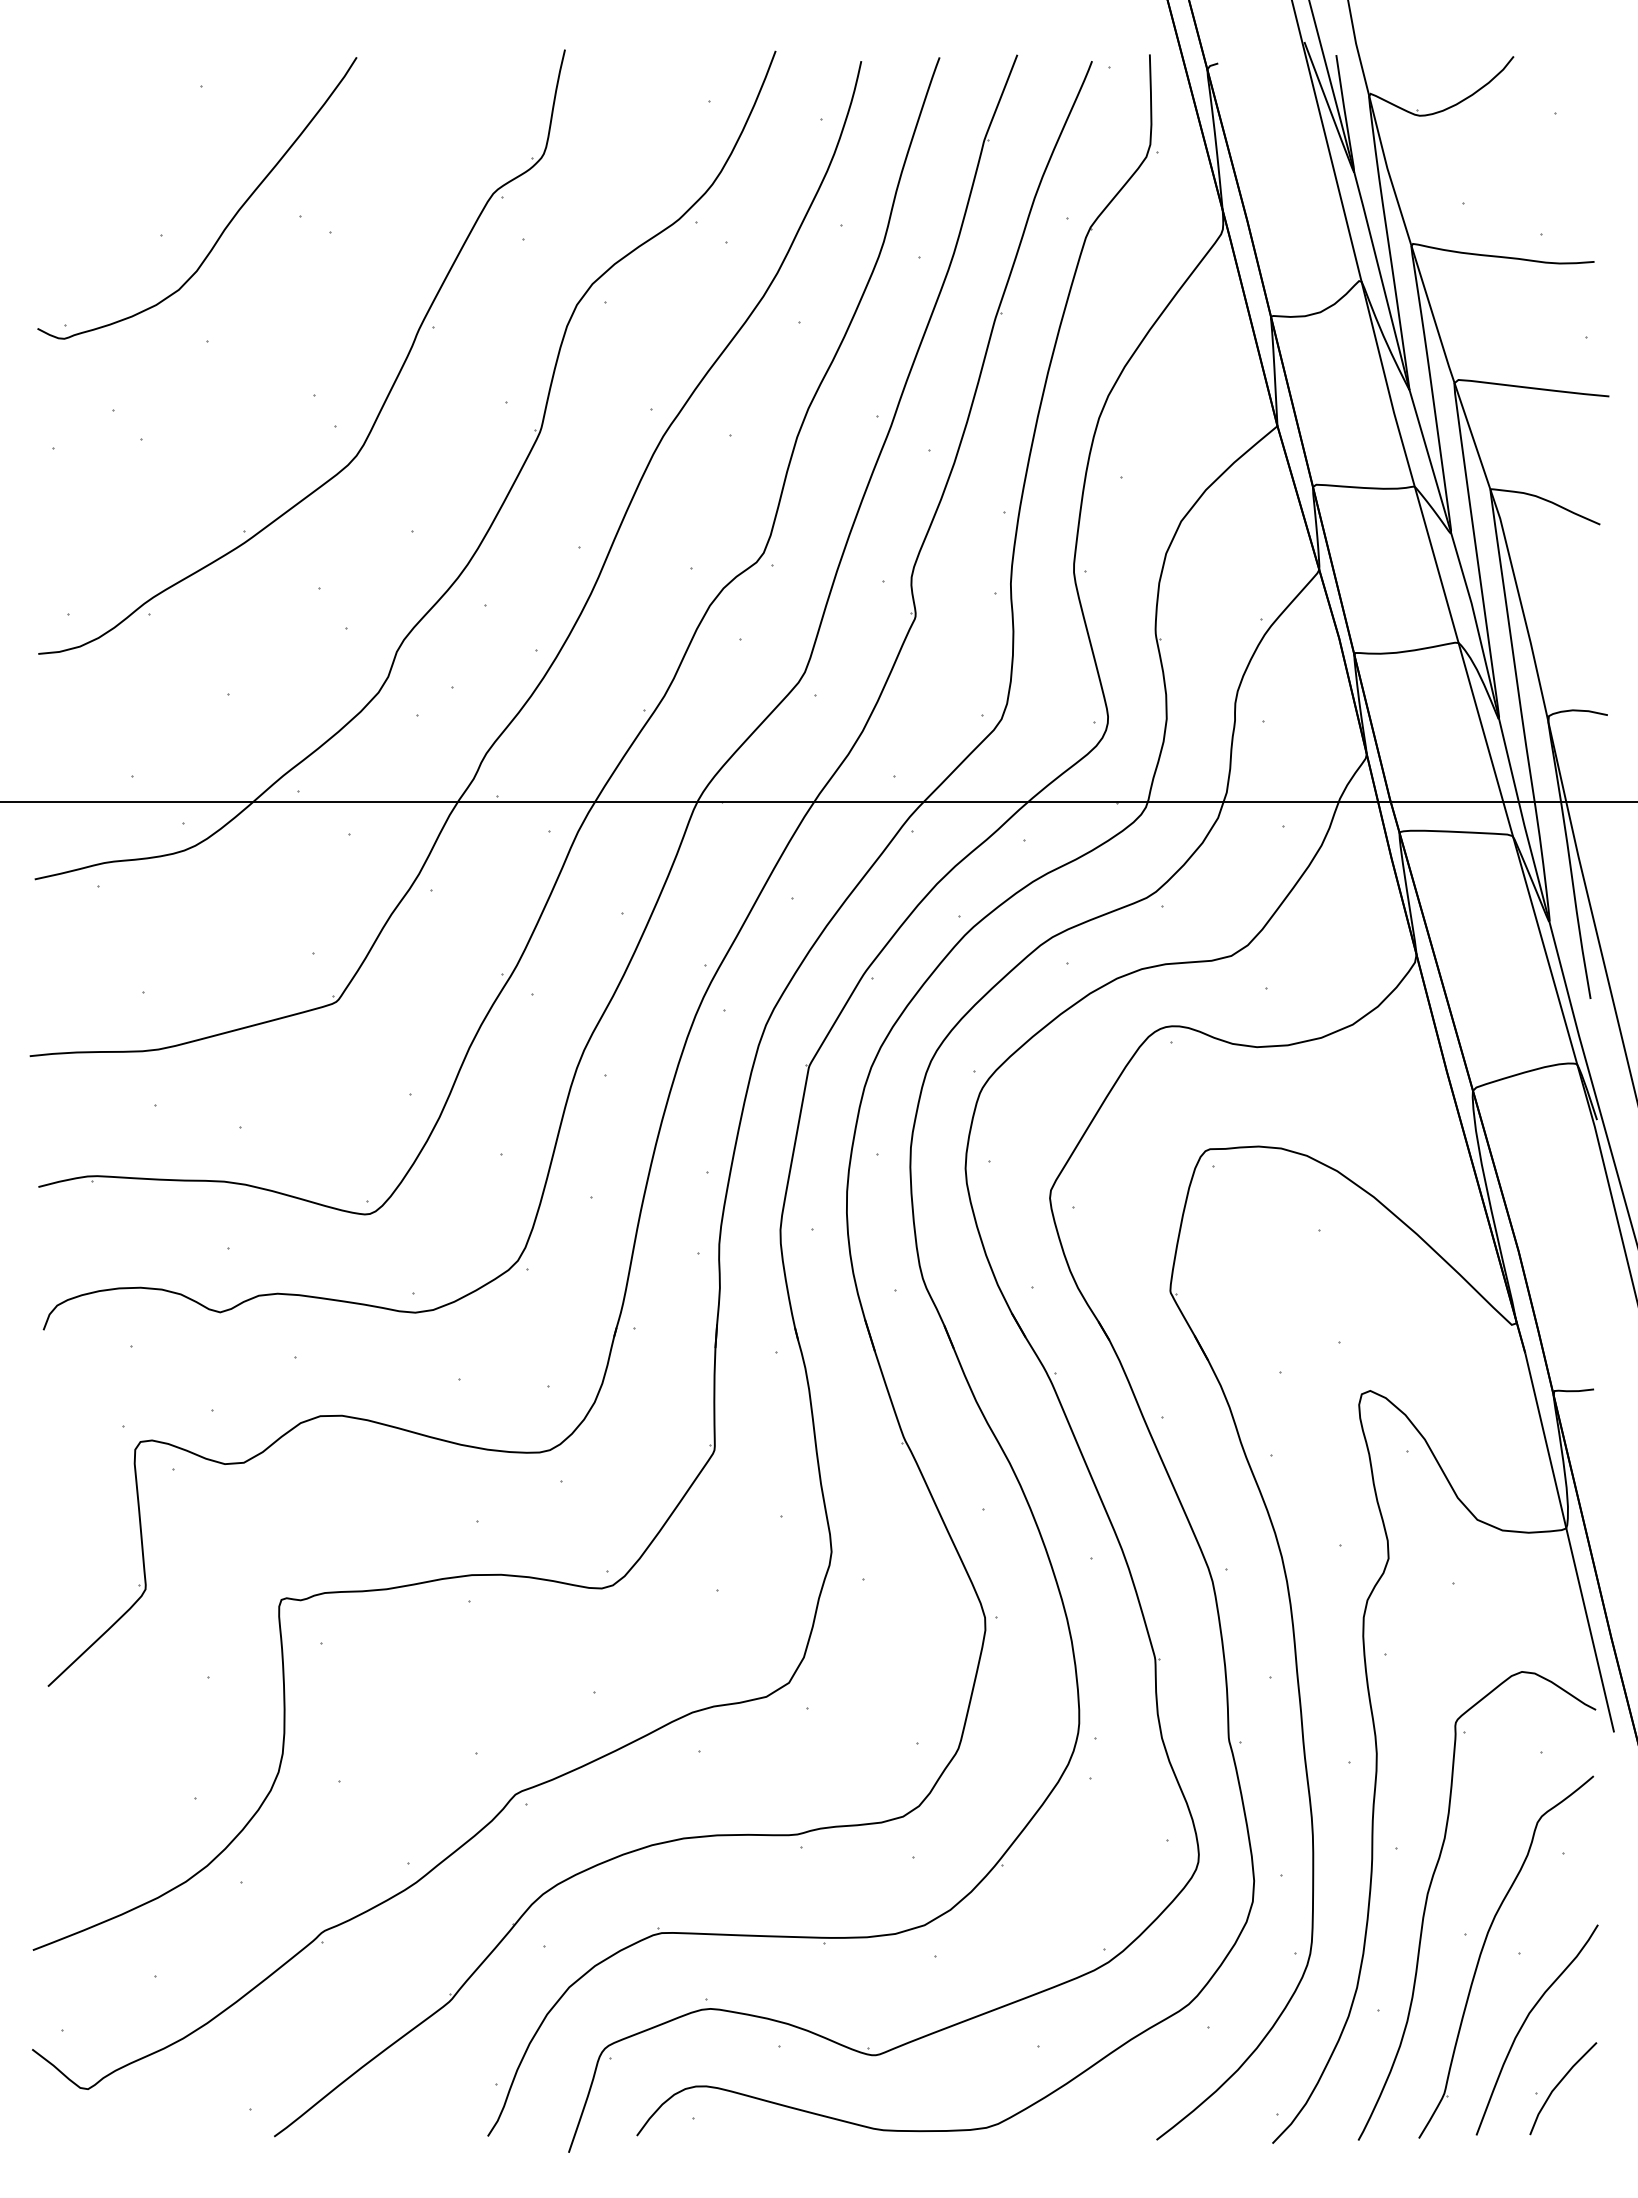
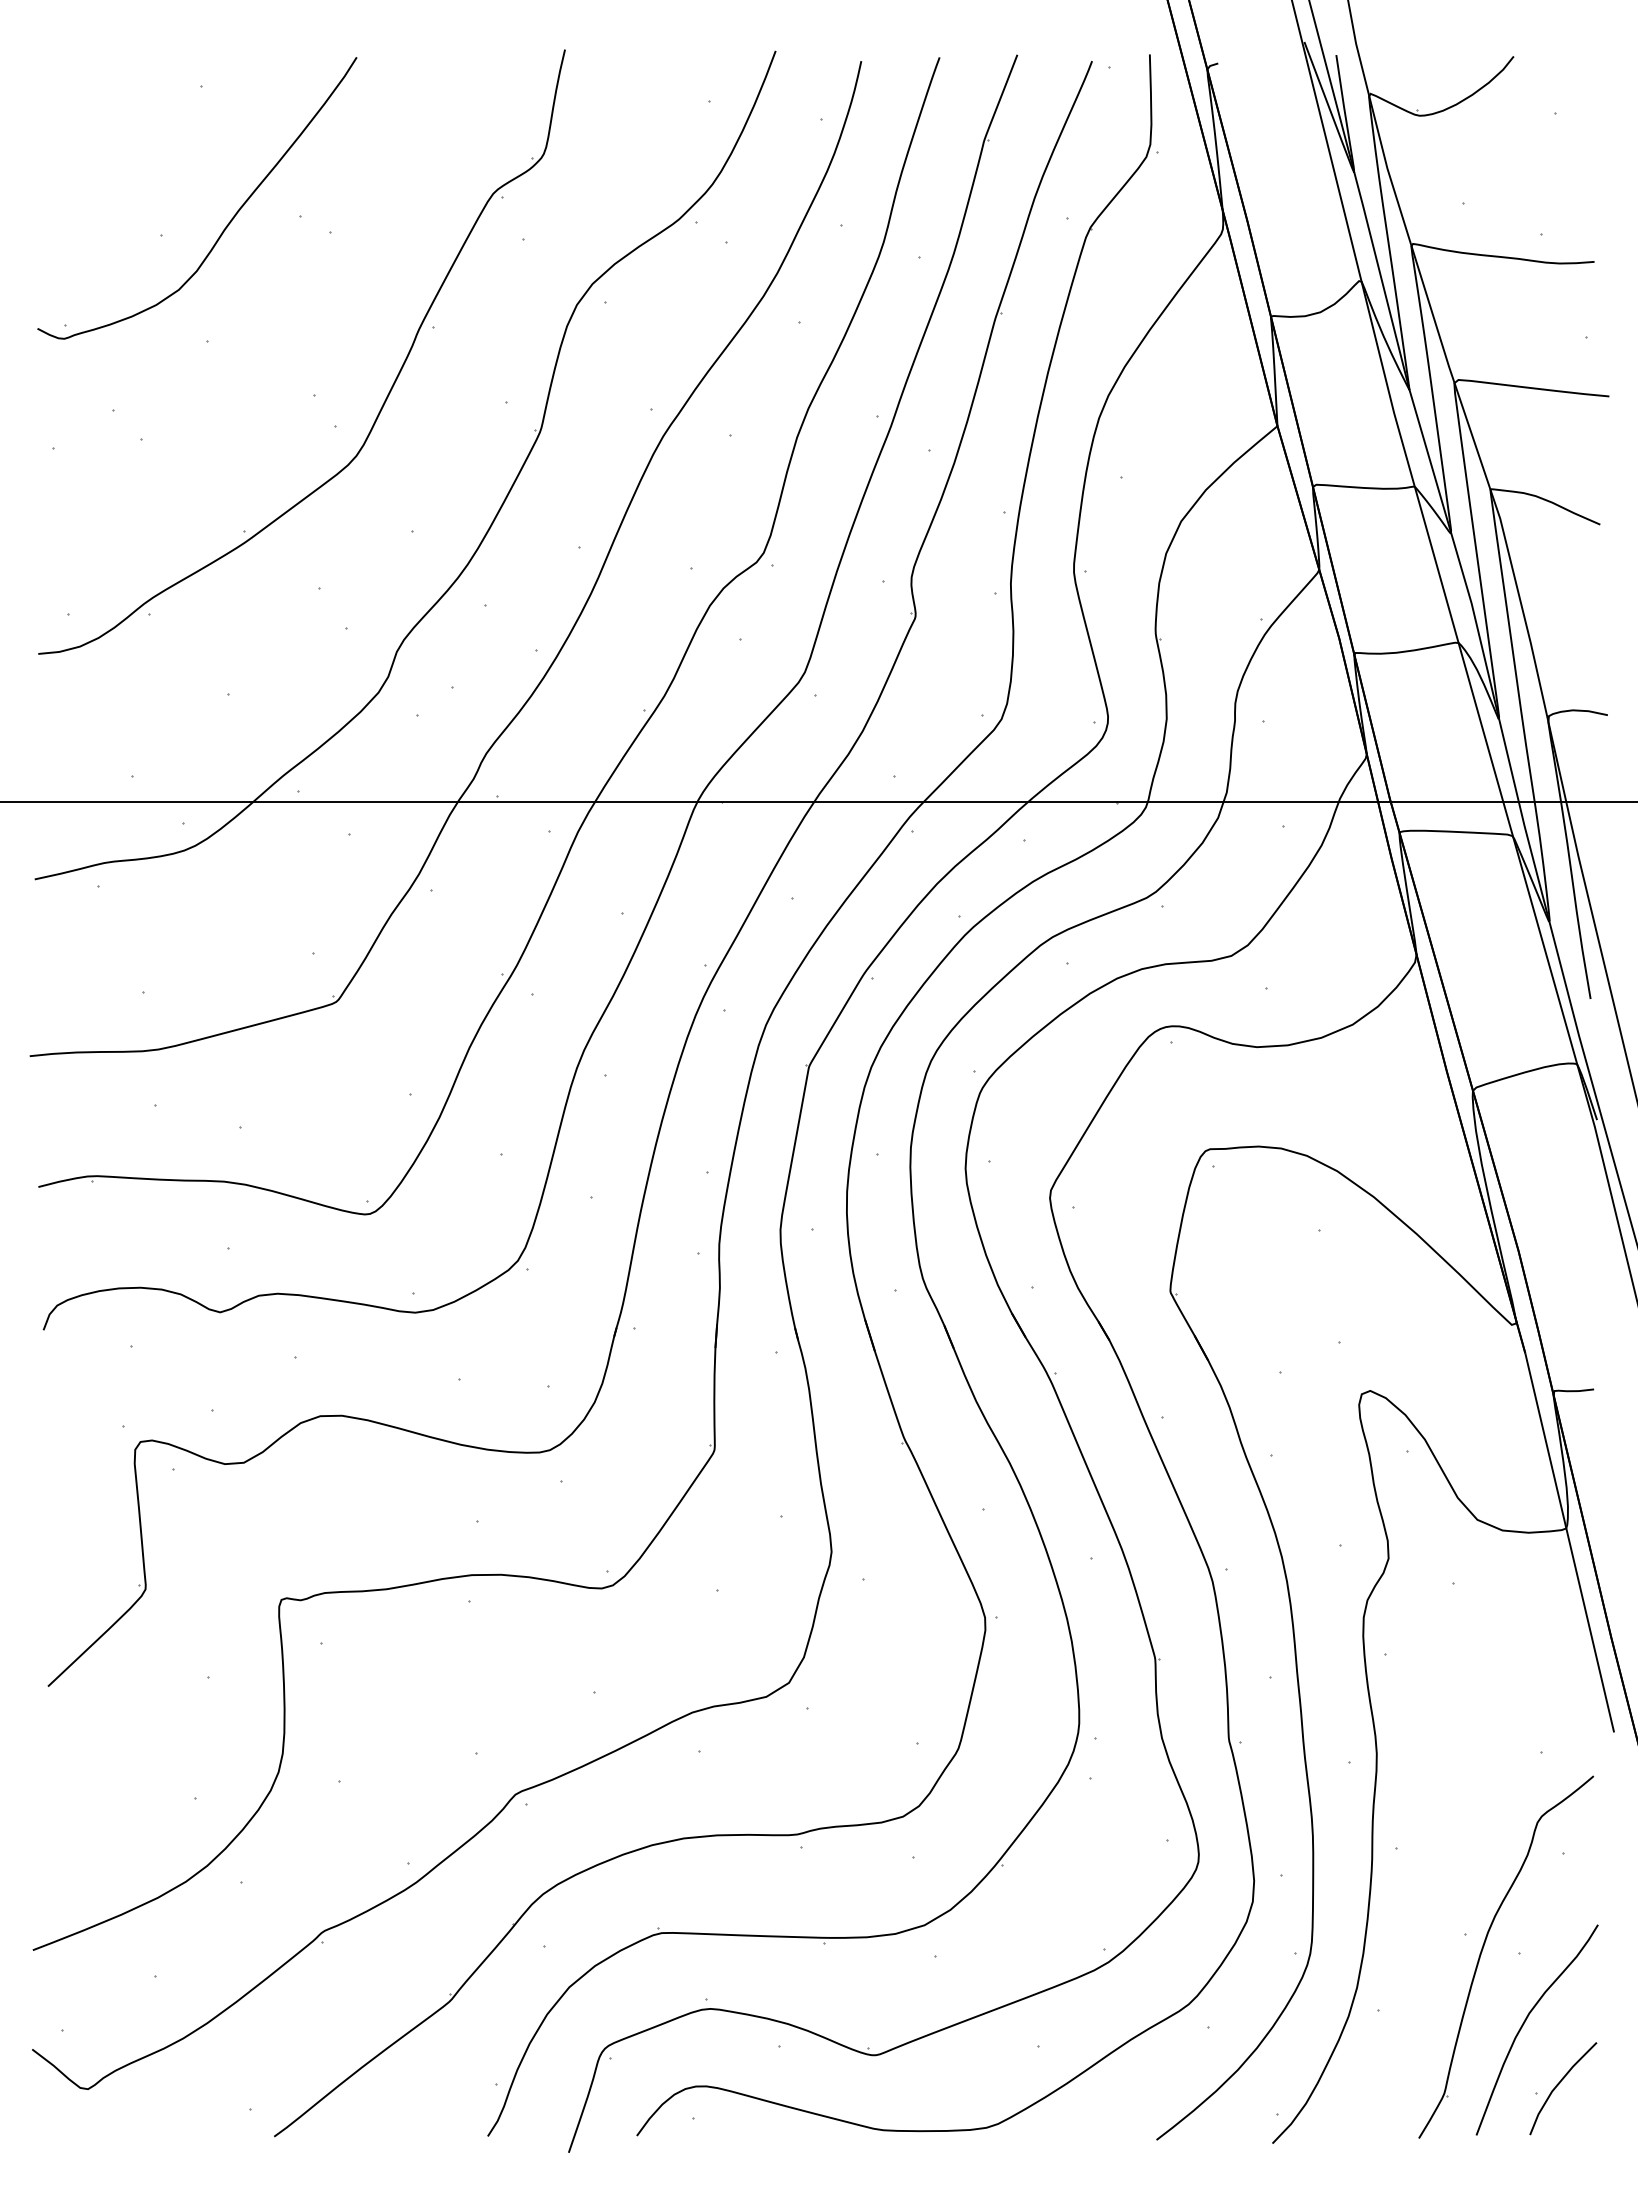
part at (1429, 1892): present -> none
